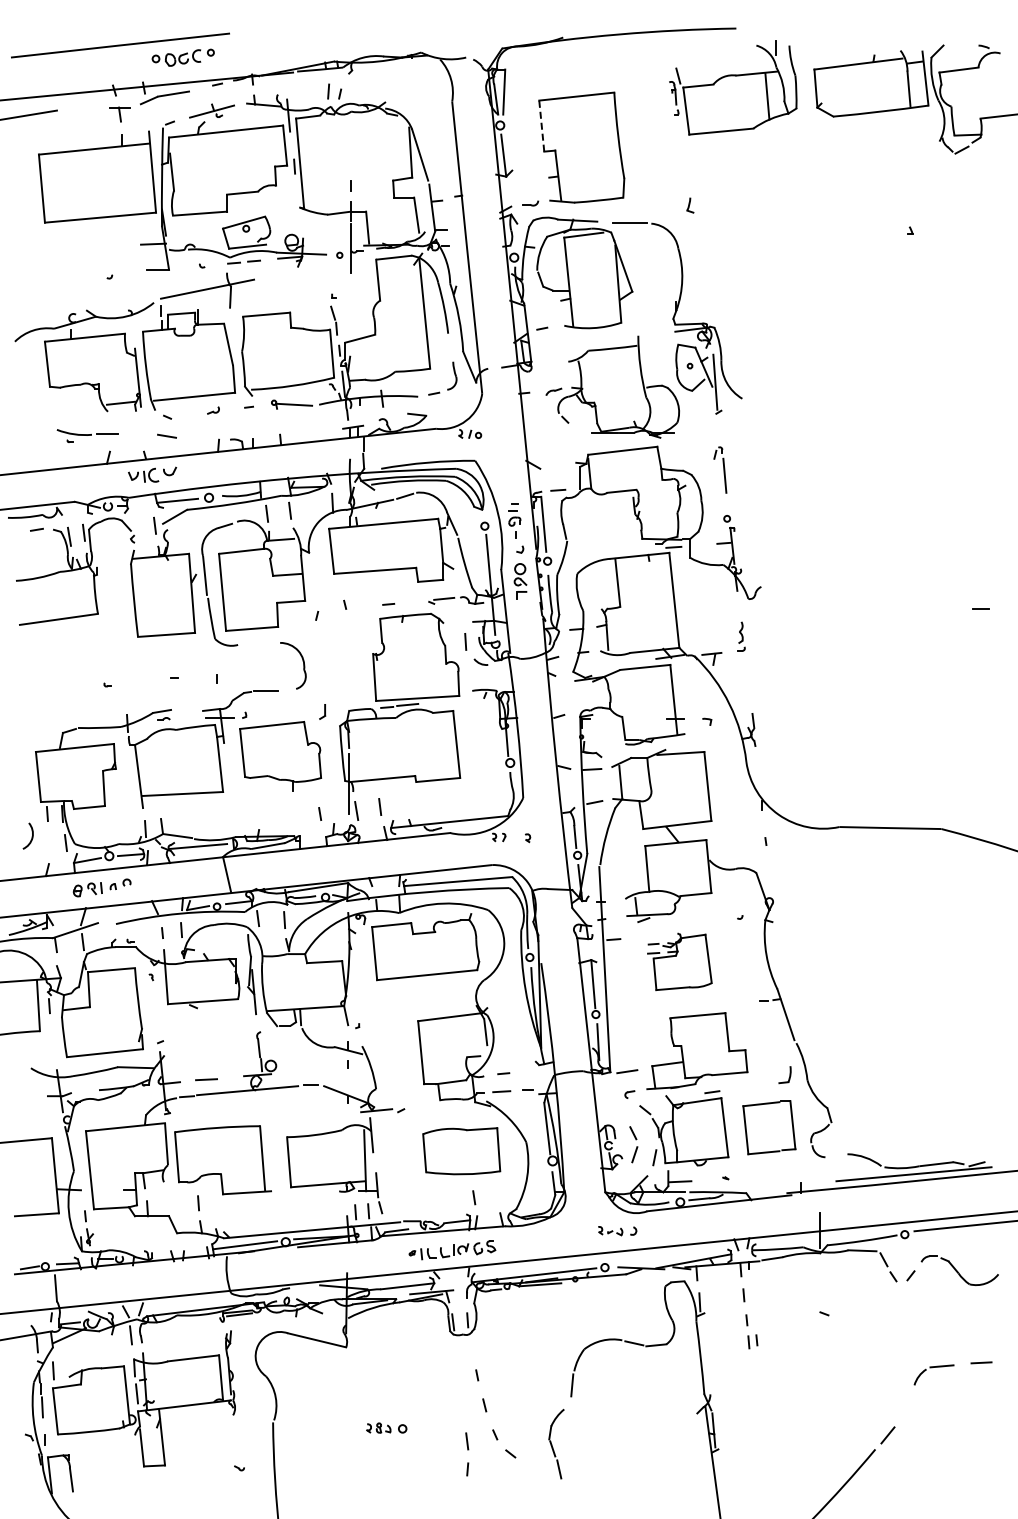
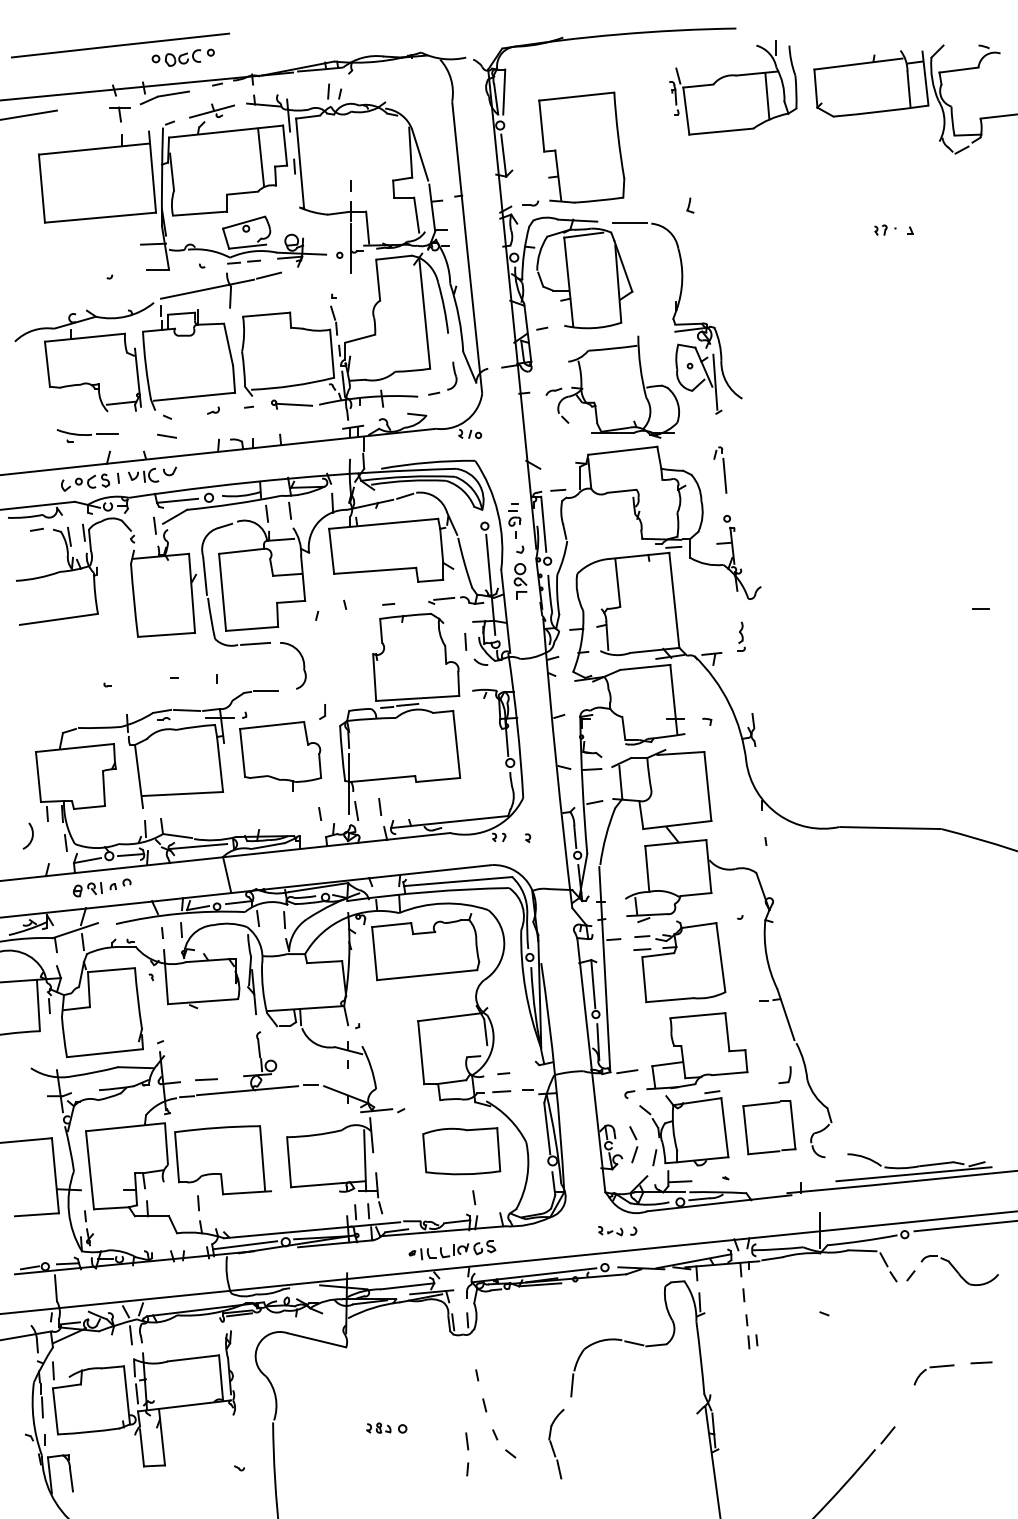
line at (541, 126): dashed -> solid
line at (261, 157): none -> present
part at (885, 229): none -> present
line at (269, 275): none -> present
part at (90, 481): none -> present
line at (255, 643): none -> present
line at (187, 709): none -> present
part at (679, 961) size: 66x59 px -> 94x84 px
